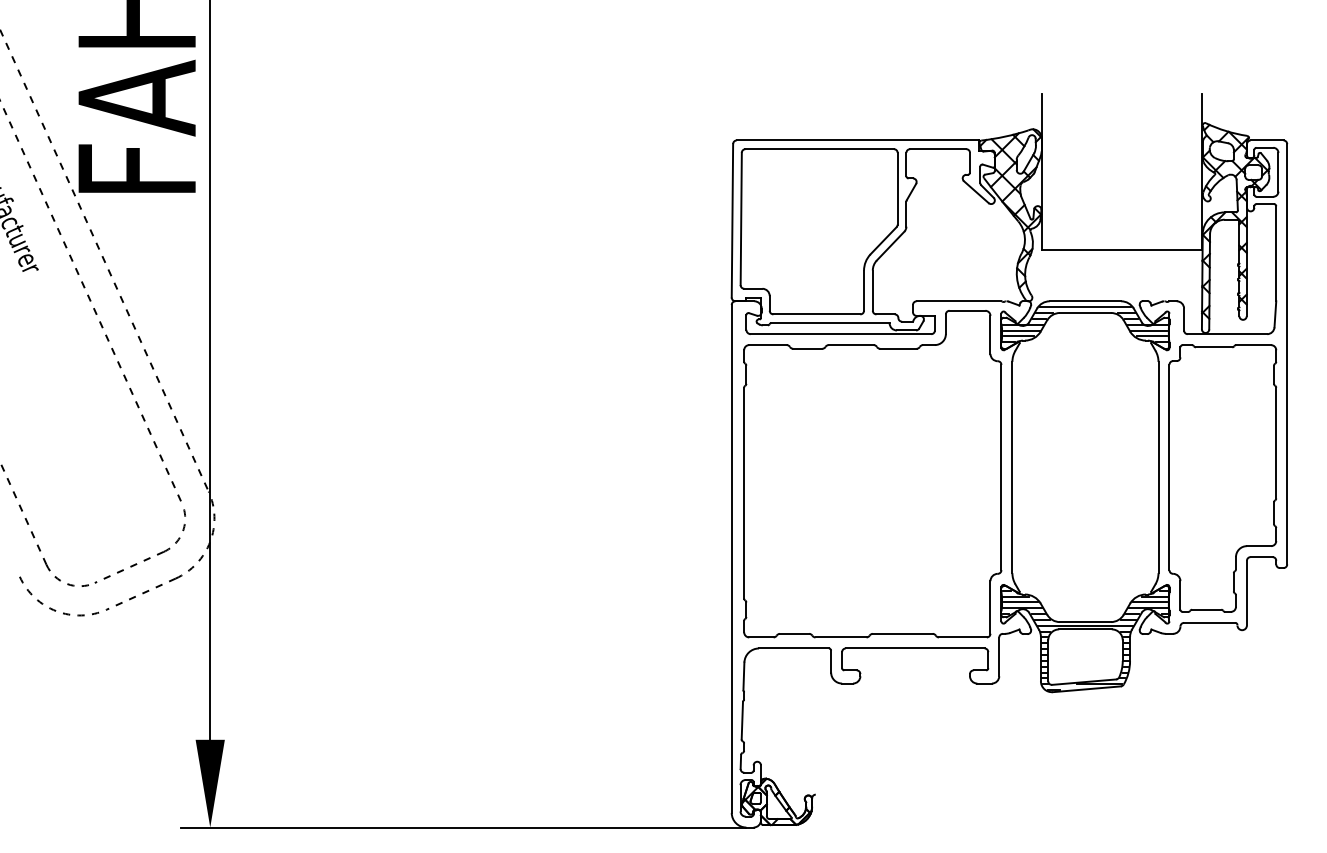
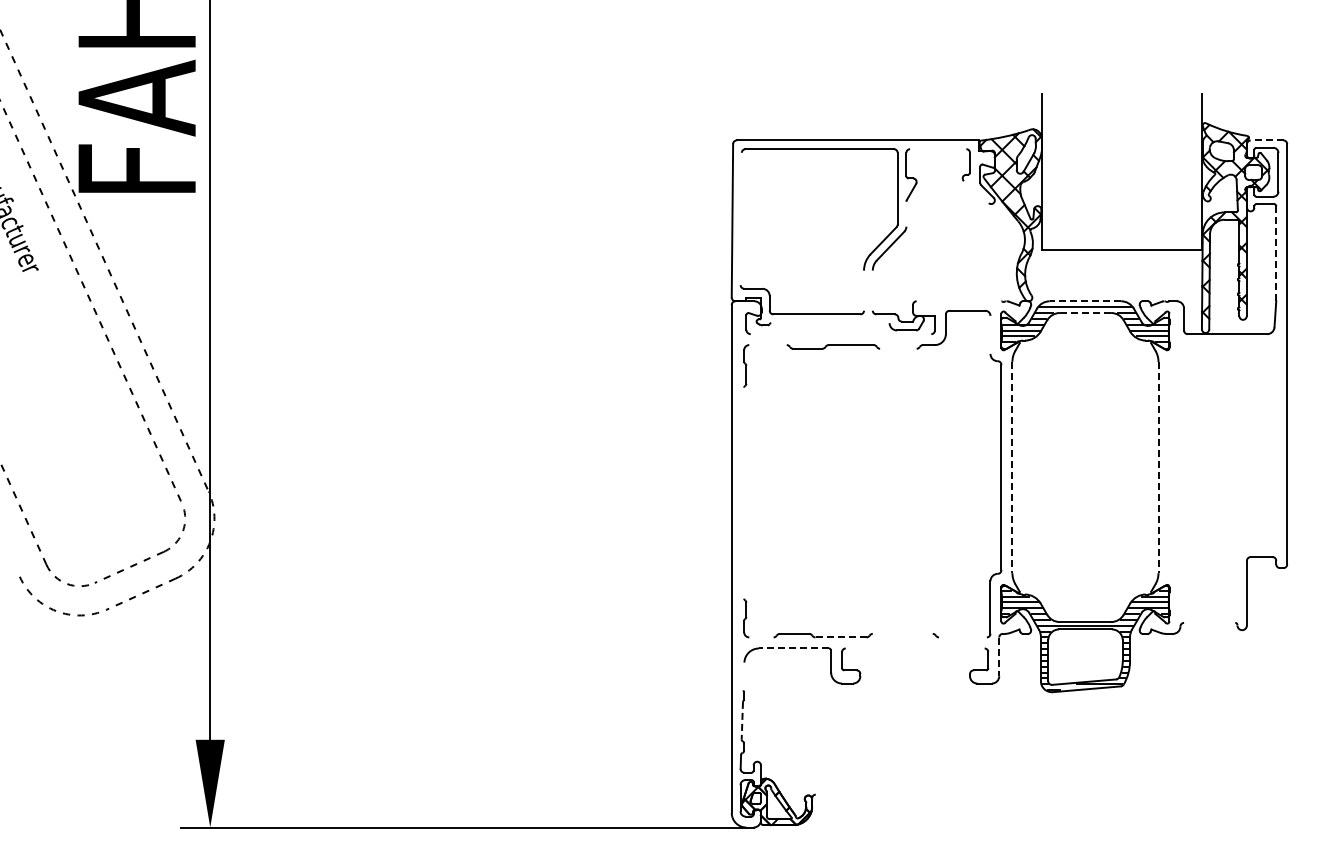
line at (1266, 140): solid -> dashed
line at (938, 149): present -> none
line at (975, 192): present -> none
line at (906, 213): present -> none
line at (740, 218): present -> none
line at (1276, 253): solid -> dashed
line at (864, 290): present -> none
line at (872, 290): present -> none
line at (958, 301): present -> none
line at (1085, 301): solid -> dashed
line at (1085, 312): solid -> dashed
line at (830, 323): present -> none
line at (840, 334): present -> none
line at (990, 334): present -> none
line at (767, 345): present -> none
line at (898, 348): present -> none
line at (1012, 467): solid -> dashed
line at (1158, 467): solid -> dashed
part at (1222, 478): present -> none
line at (744, 492): present -> none
line at (1209, 622): present -> none
line at (902, 633): present -> none
line at (761, 637): present -> none
line at (841, 637): solid -> dashed
line at (962, 637): present -> none
line at (793, 648): solid -> dashed
line at (914, 648): present -> none
line at (999, 657): solid -> dashed
line at (743, 676): present -> none
line at (742, 720): solid -> dashed
